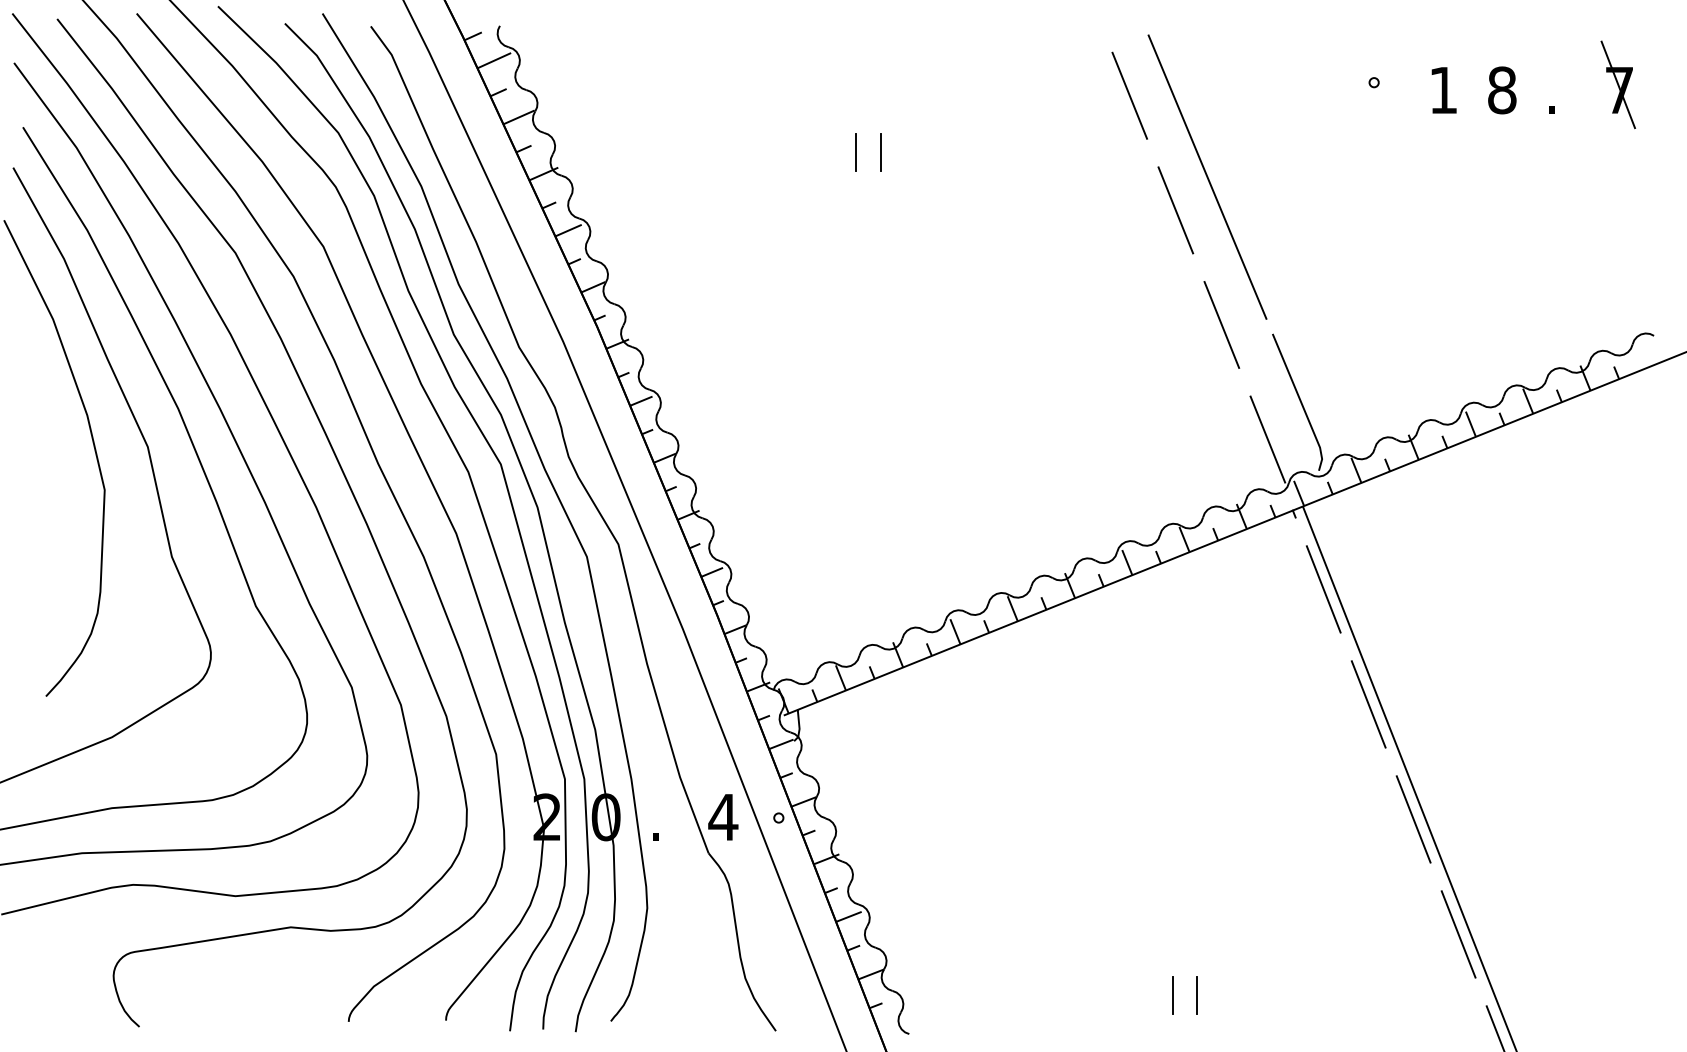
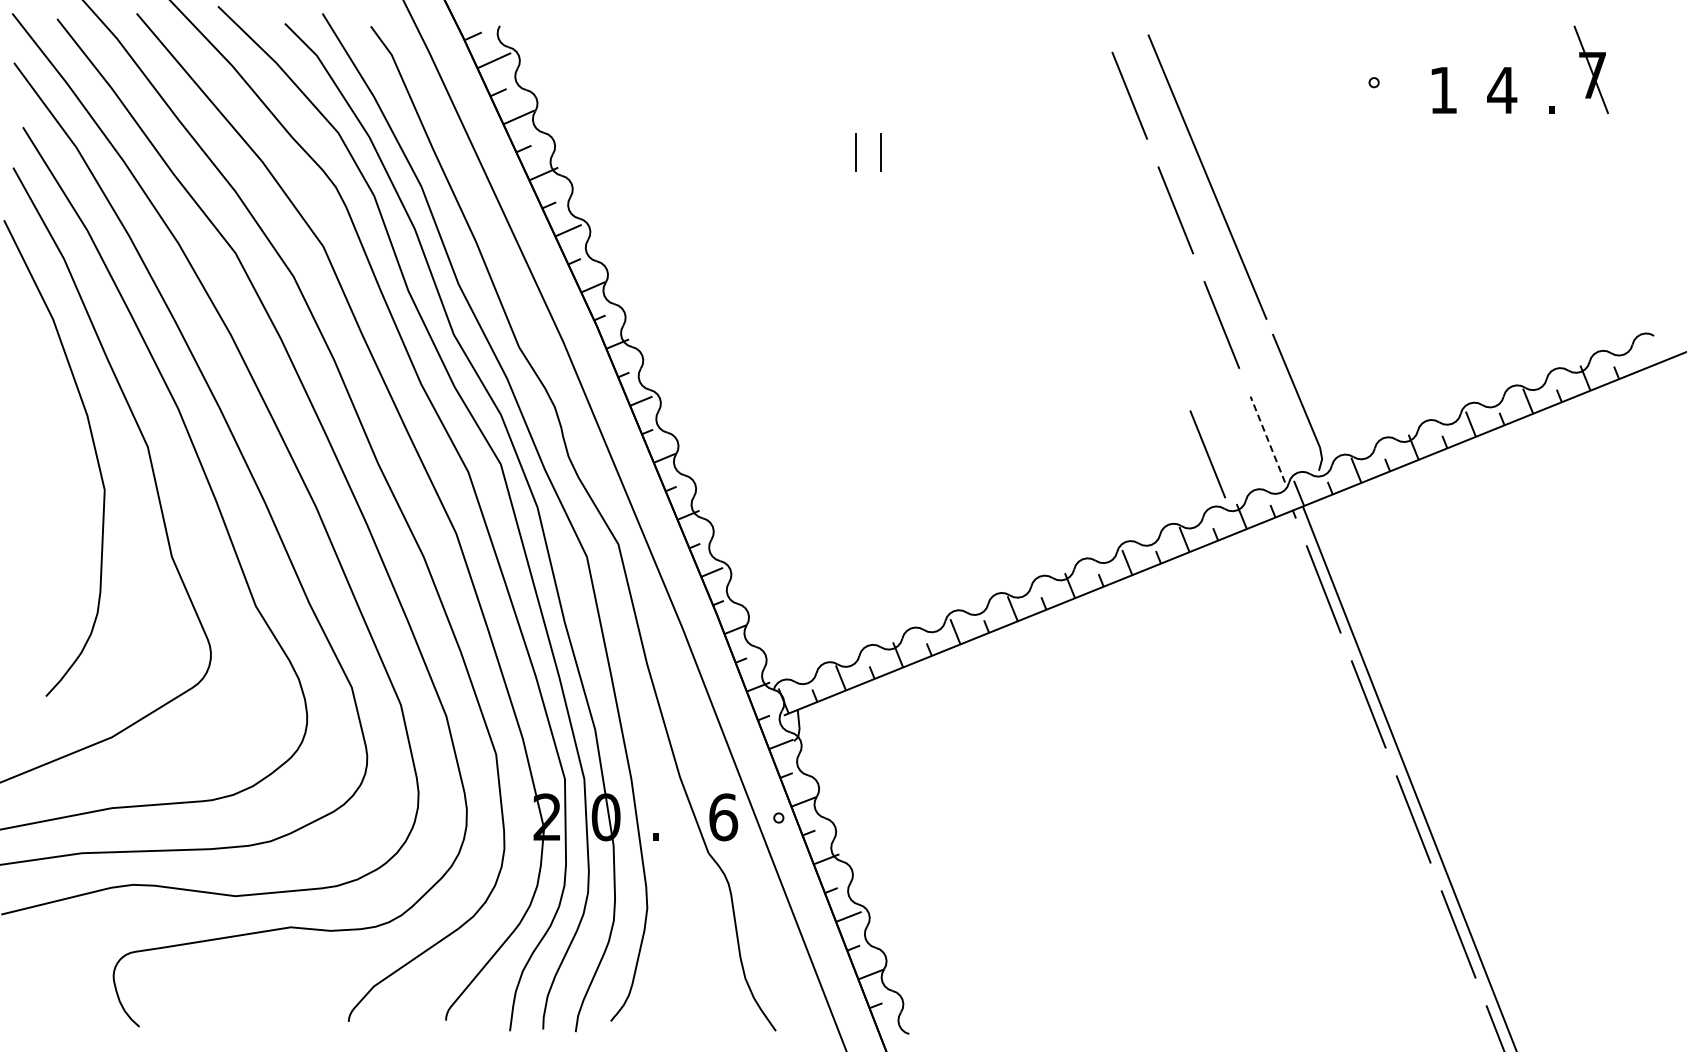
part at (1617, 84) position: (1617, 84) -> (1590, 69)
text at (1502, 90): 8 -> 4
line at (1267, 439): solid -> dashed
line at (1207, 454): none -> present
text at (723, 817): 4 -> 6
line at (1172, 994): present -> none
line at (1197, 994): present -> none
